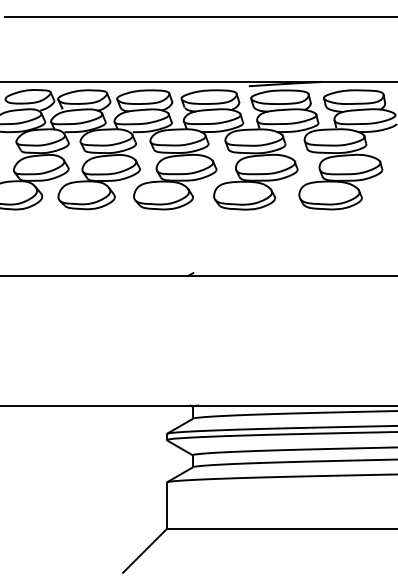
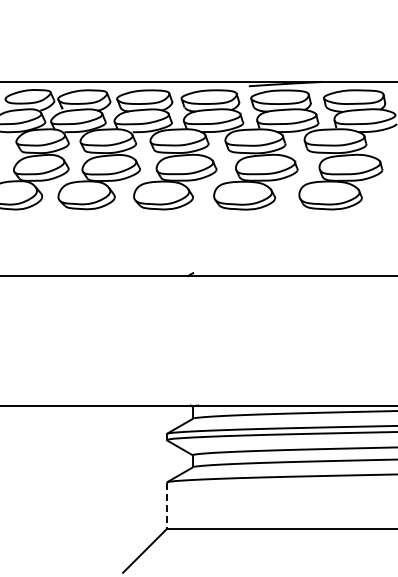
line at (199, 17): present -> none
line at (166, 506): solid -> dashed
